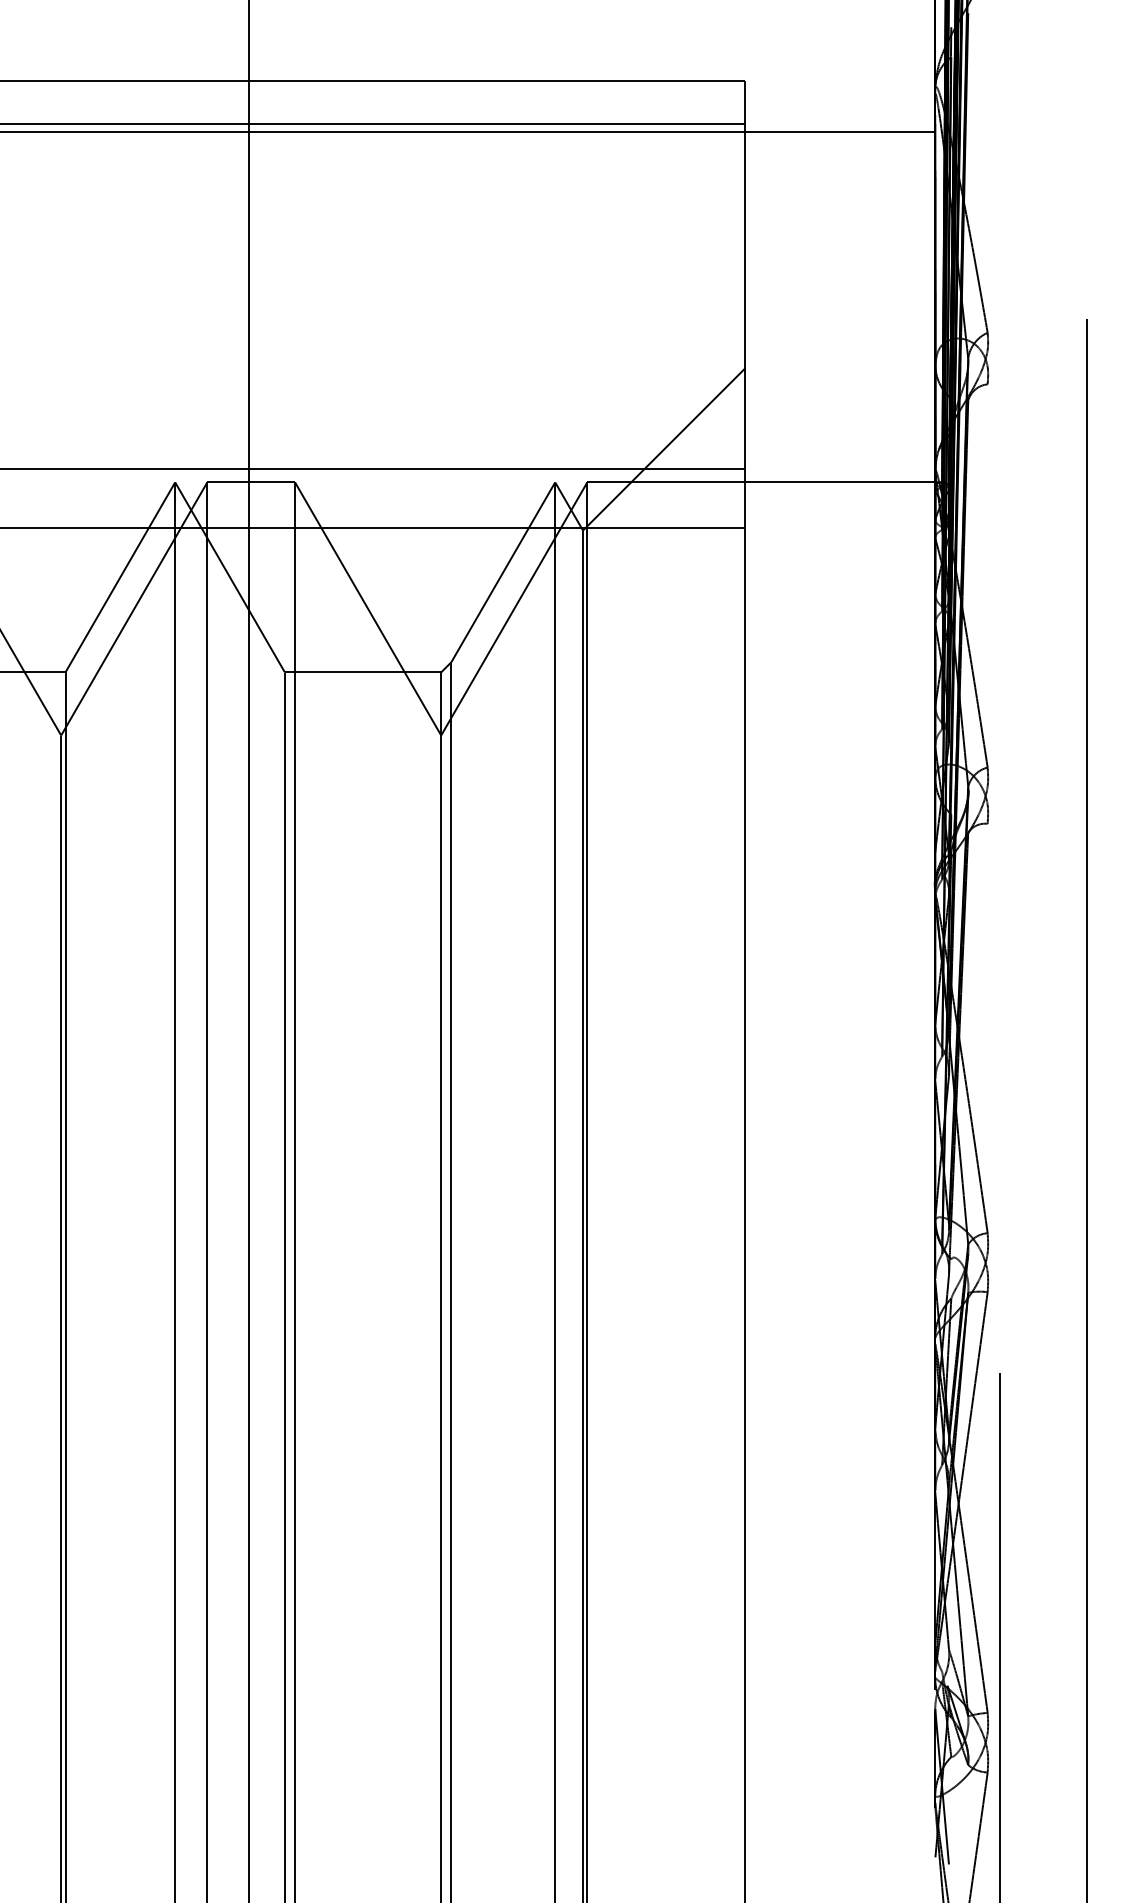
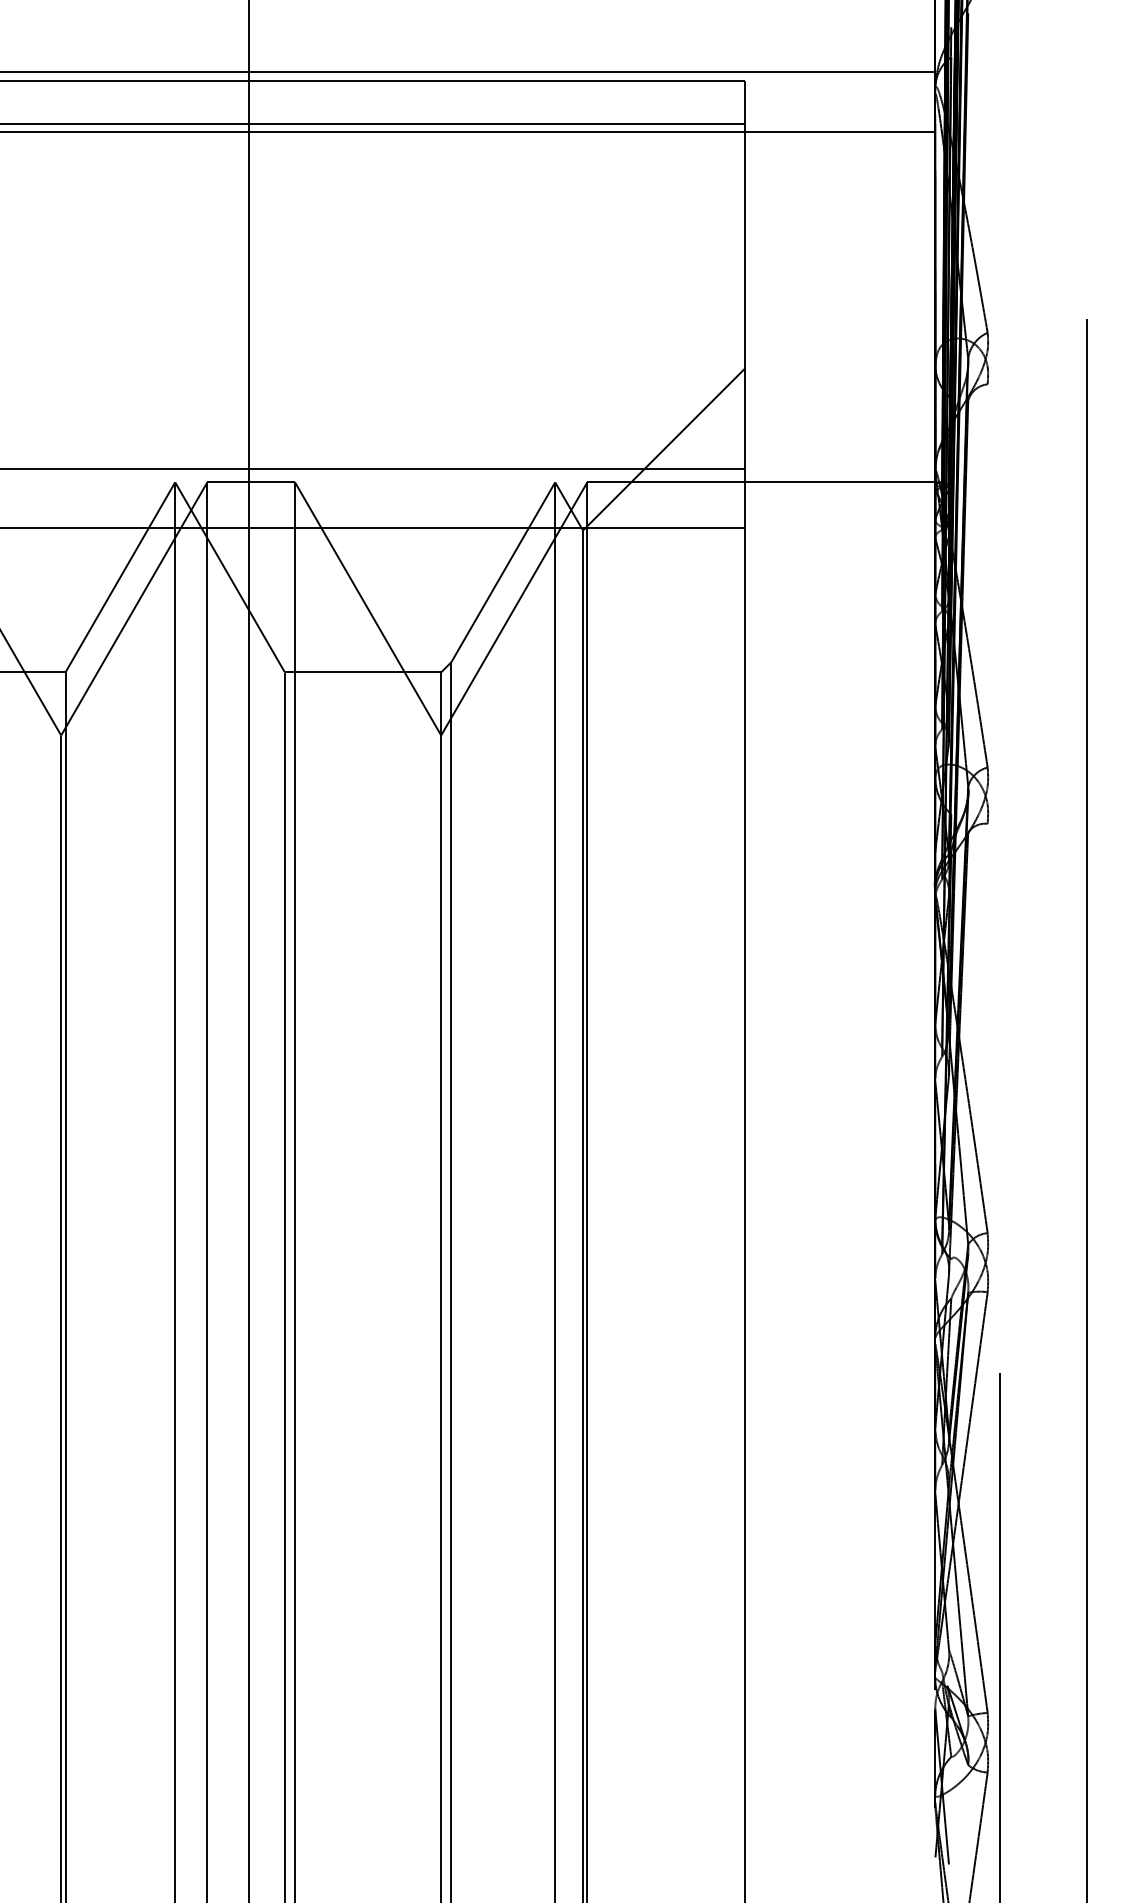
line at (468, 72): none -> present
